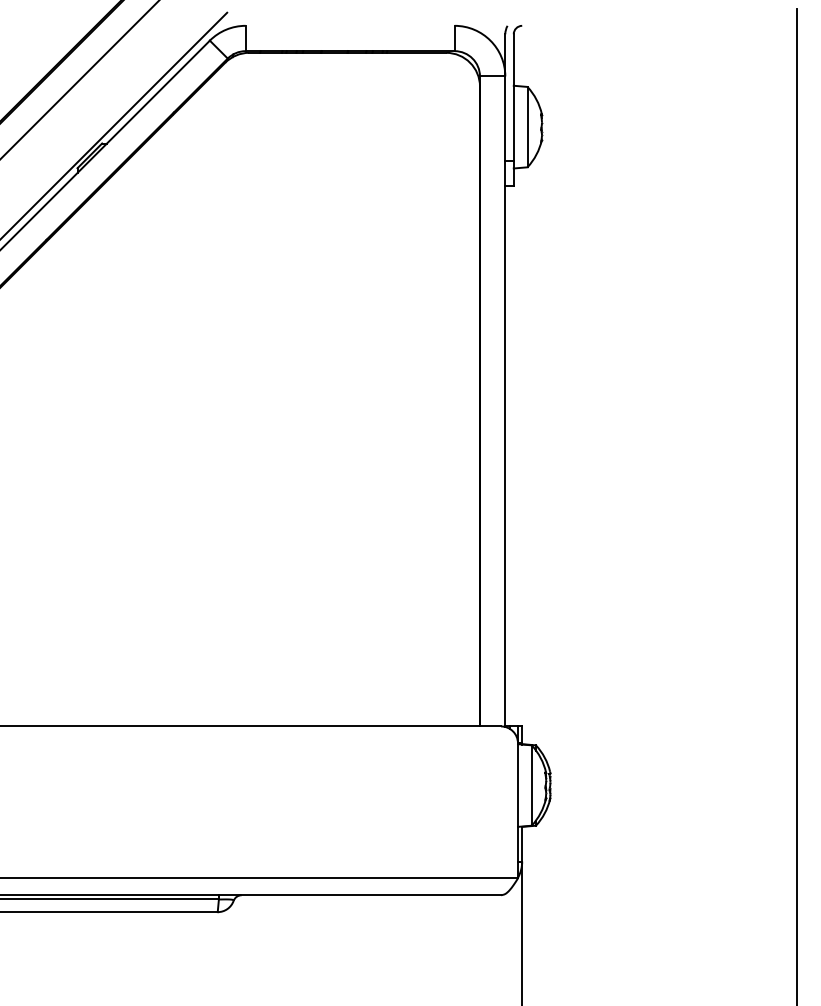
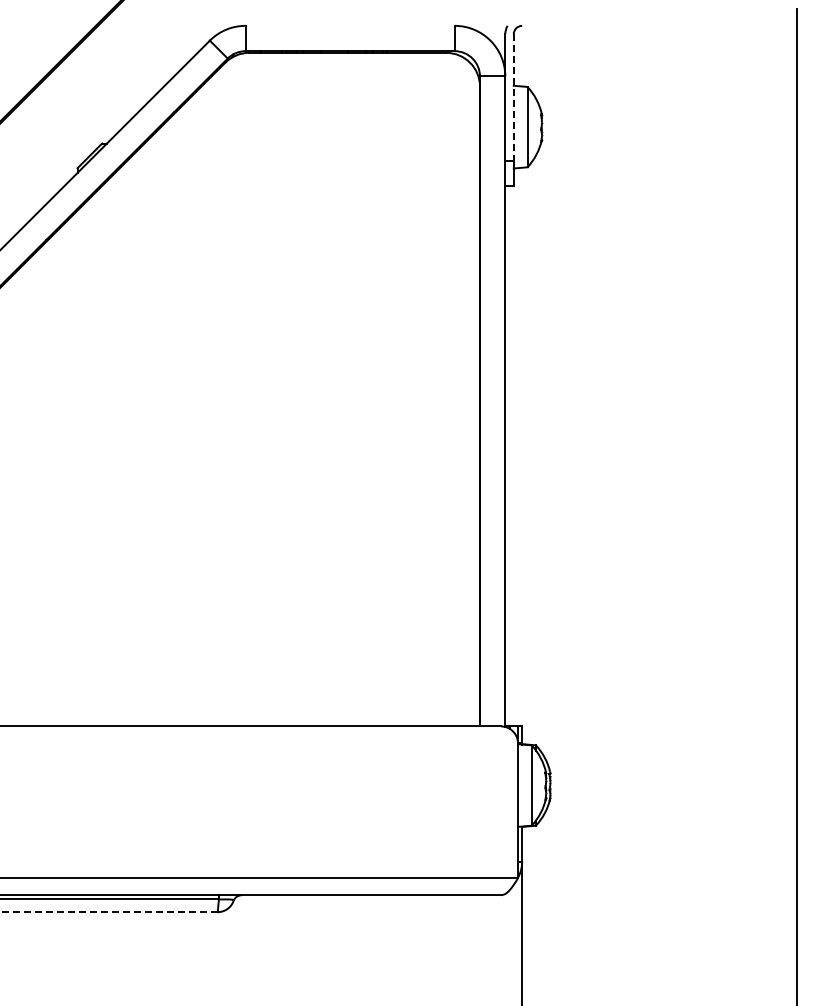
line at (79, 79): present -> none
line at (513, 98): solid -> dashed
line at (114, 124): present -> none
line at (108, 912): solid -> dashed
